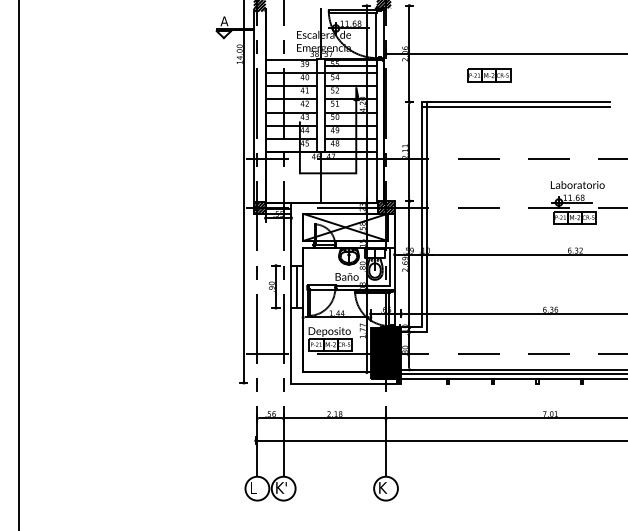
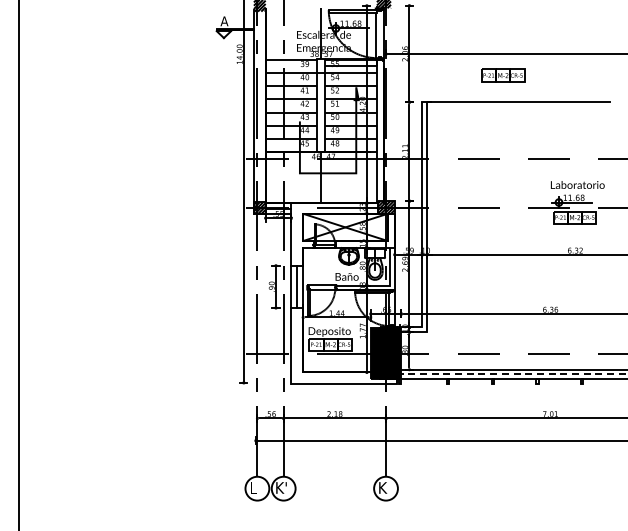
part at (489, 75) position: (489, 75) -> (503, 75)
line at (516, 106): present -> none
line at (512, 374): solid -> dashed
